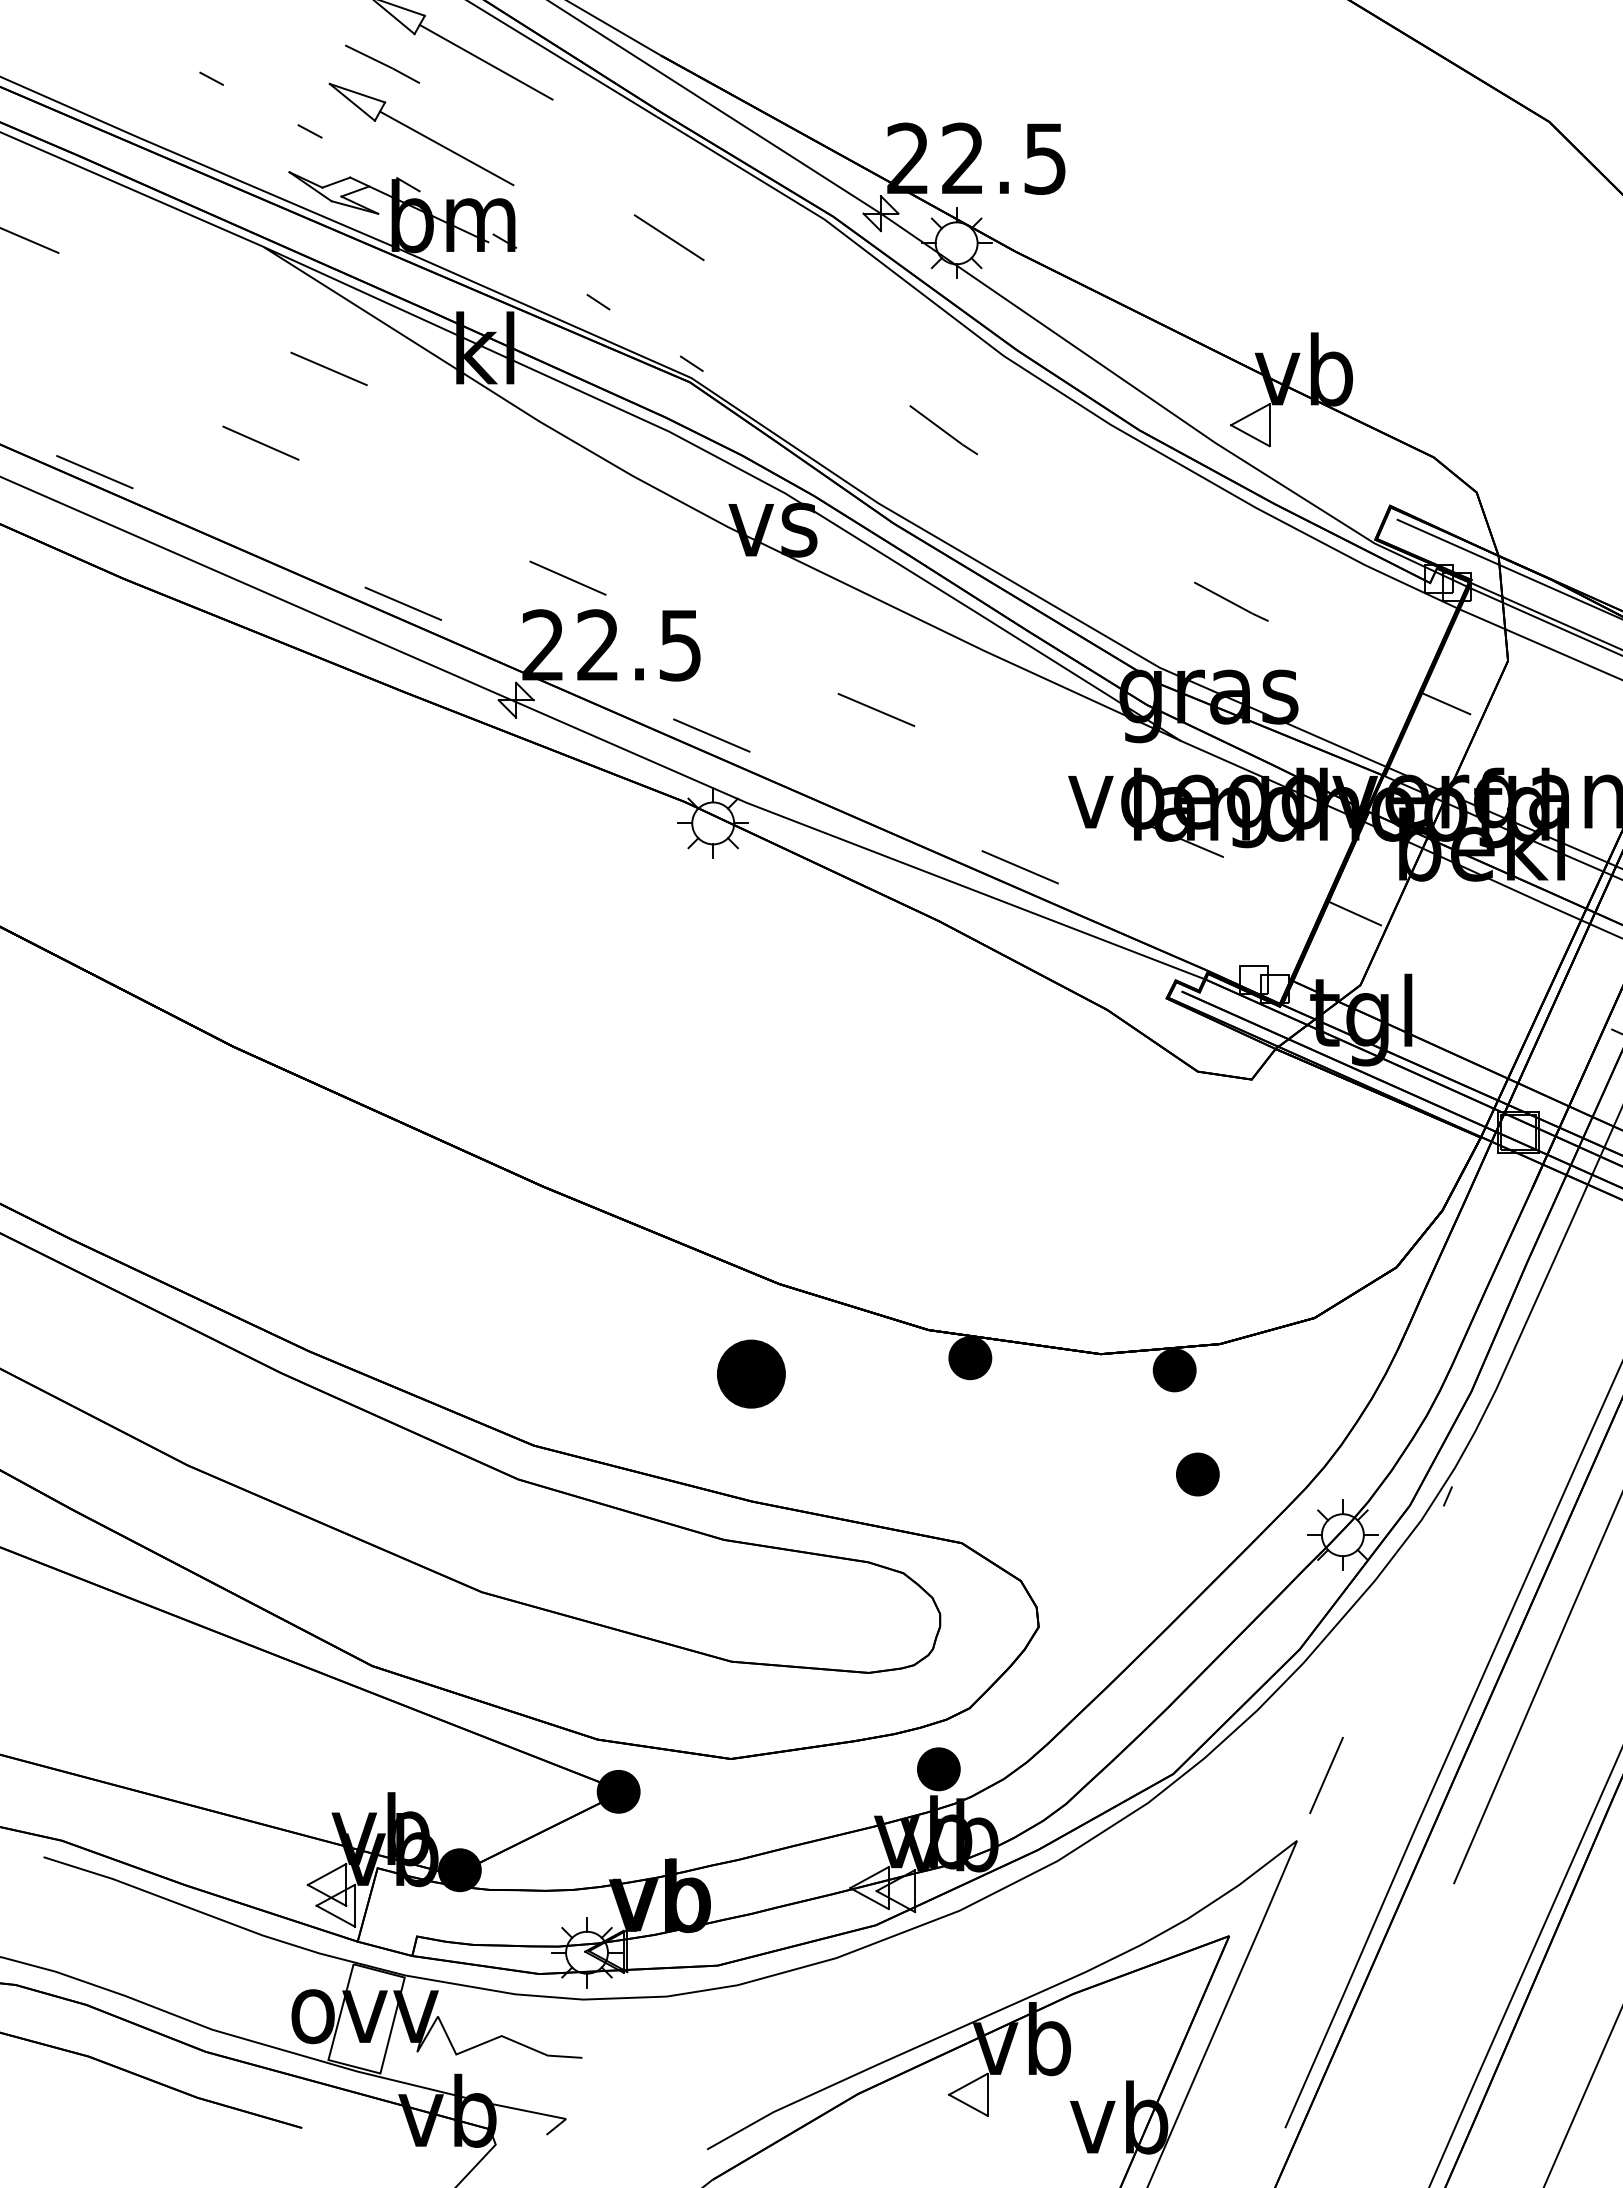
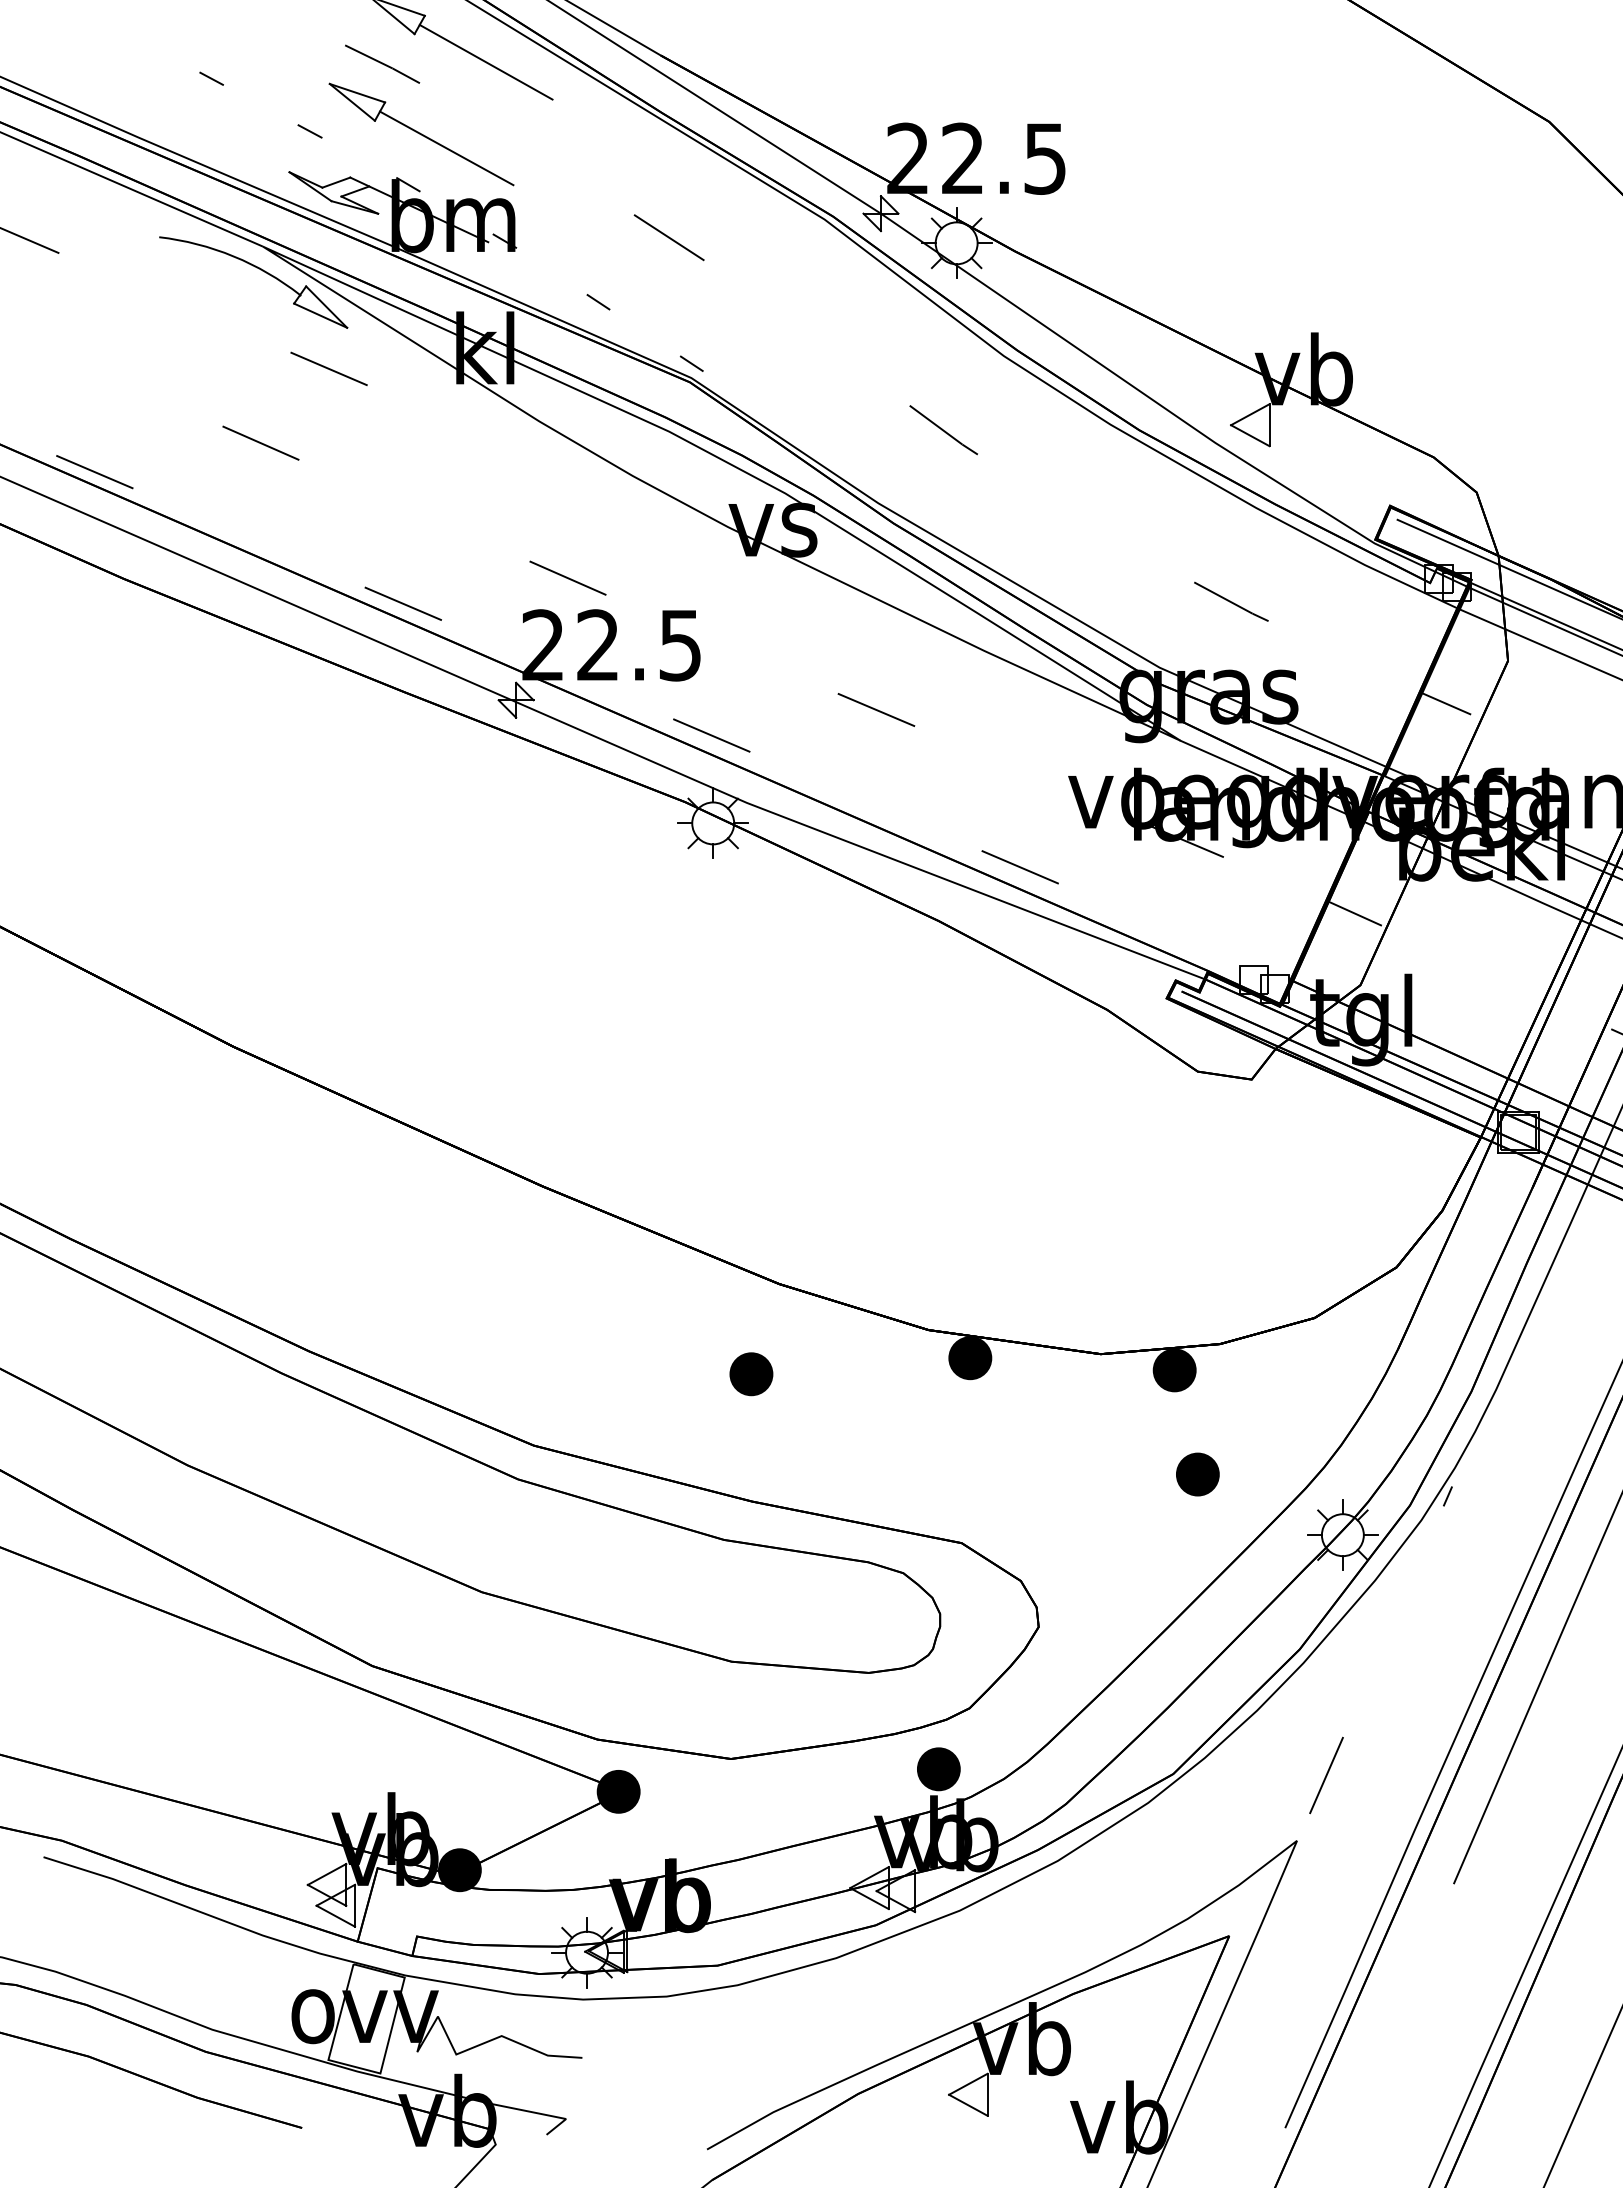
part at (260, 270): none -> present
part at (751, 1373) size: 69x70 px -> 45x45 px
